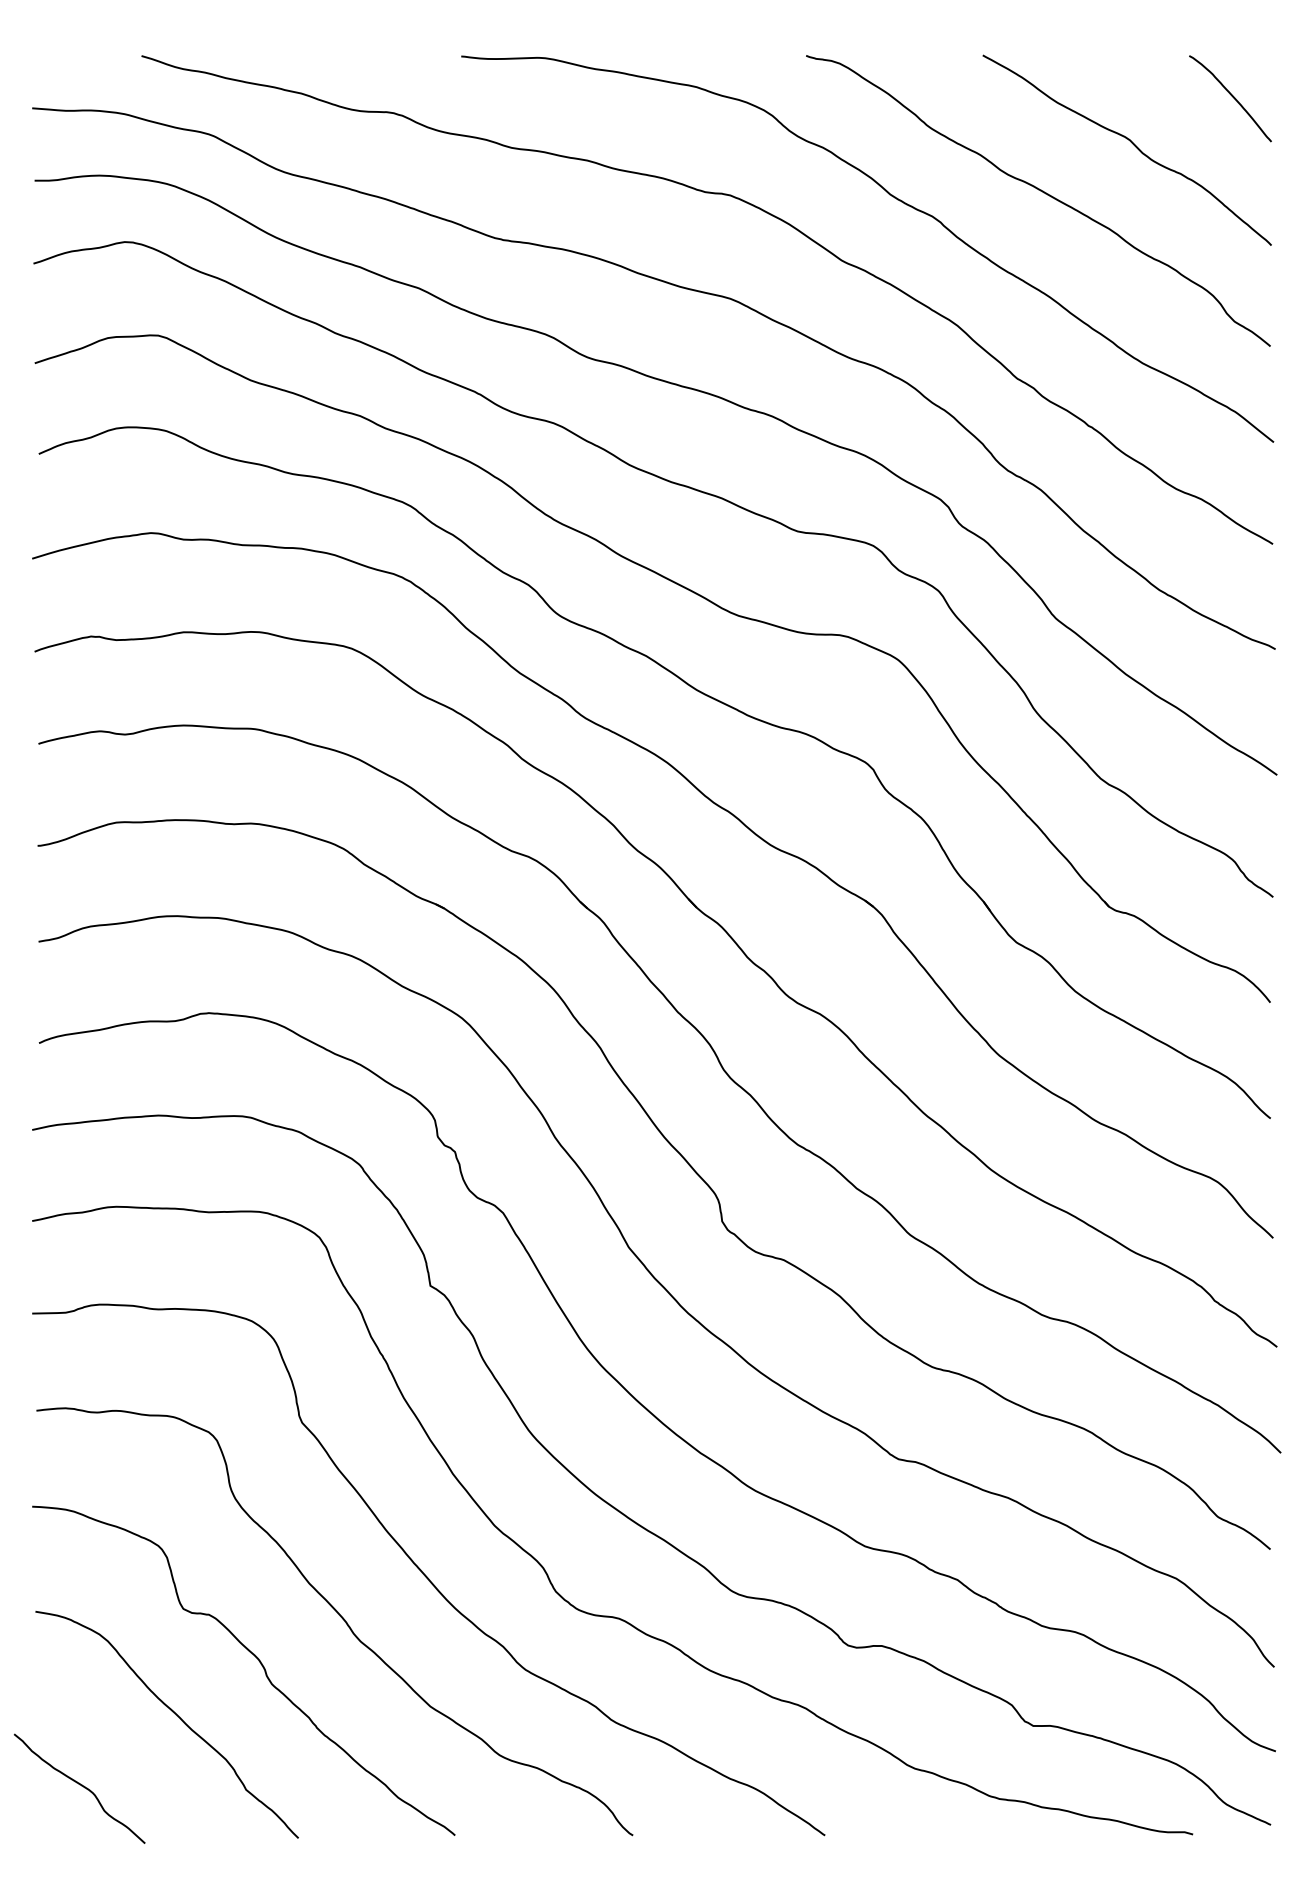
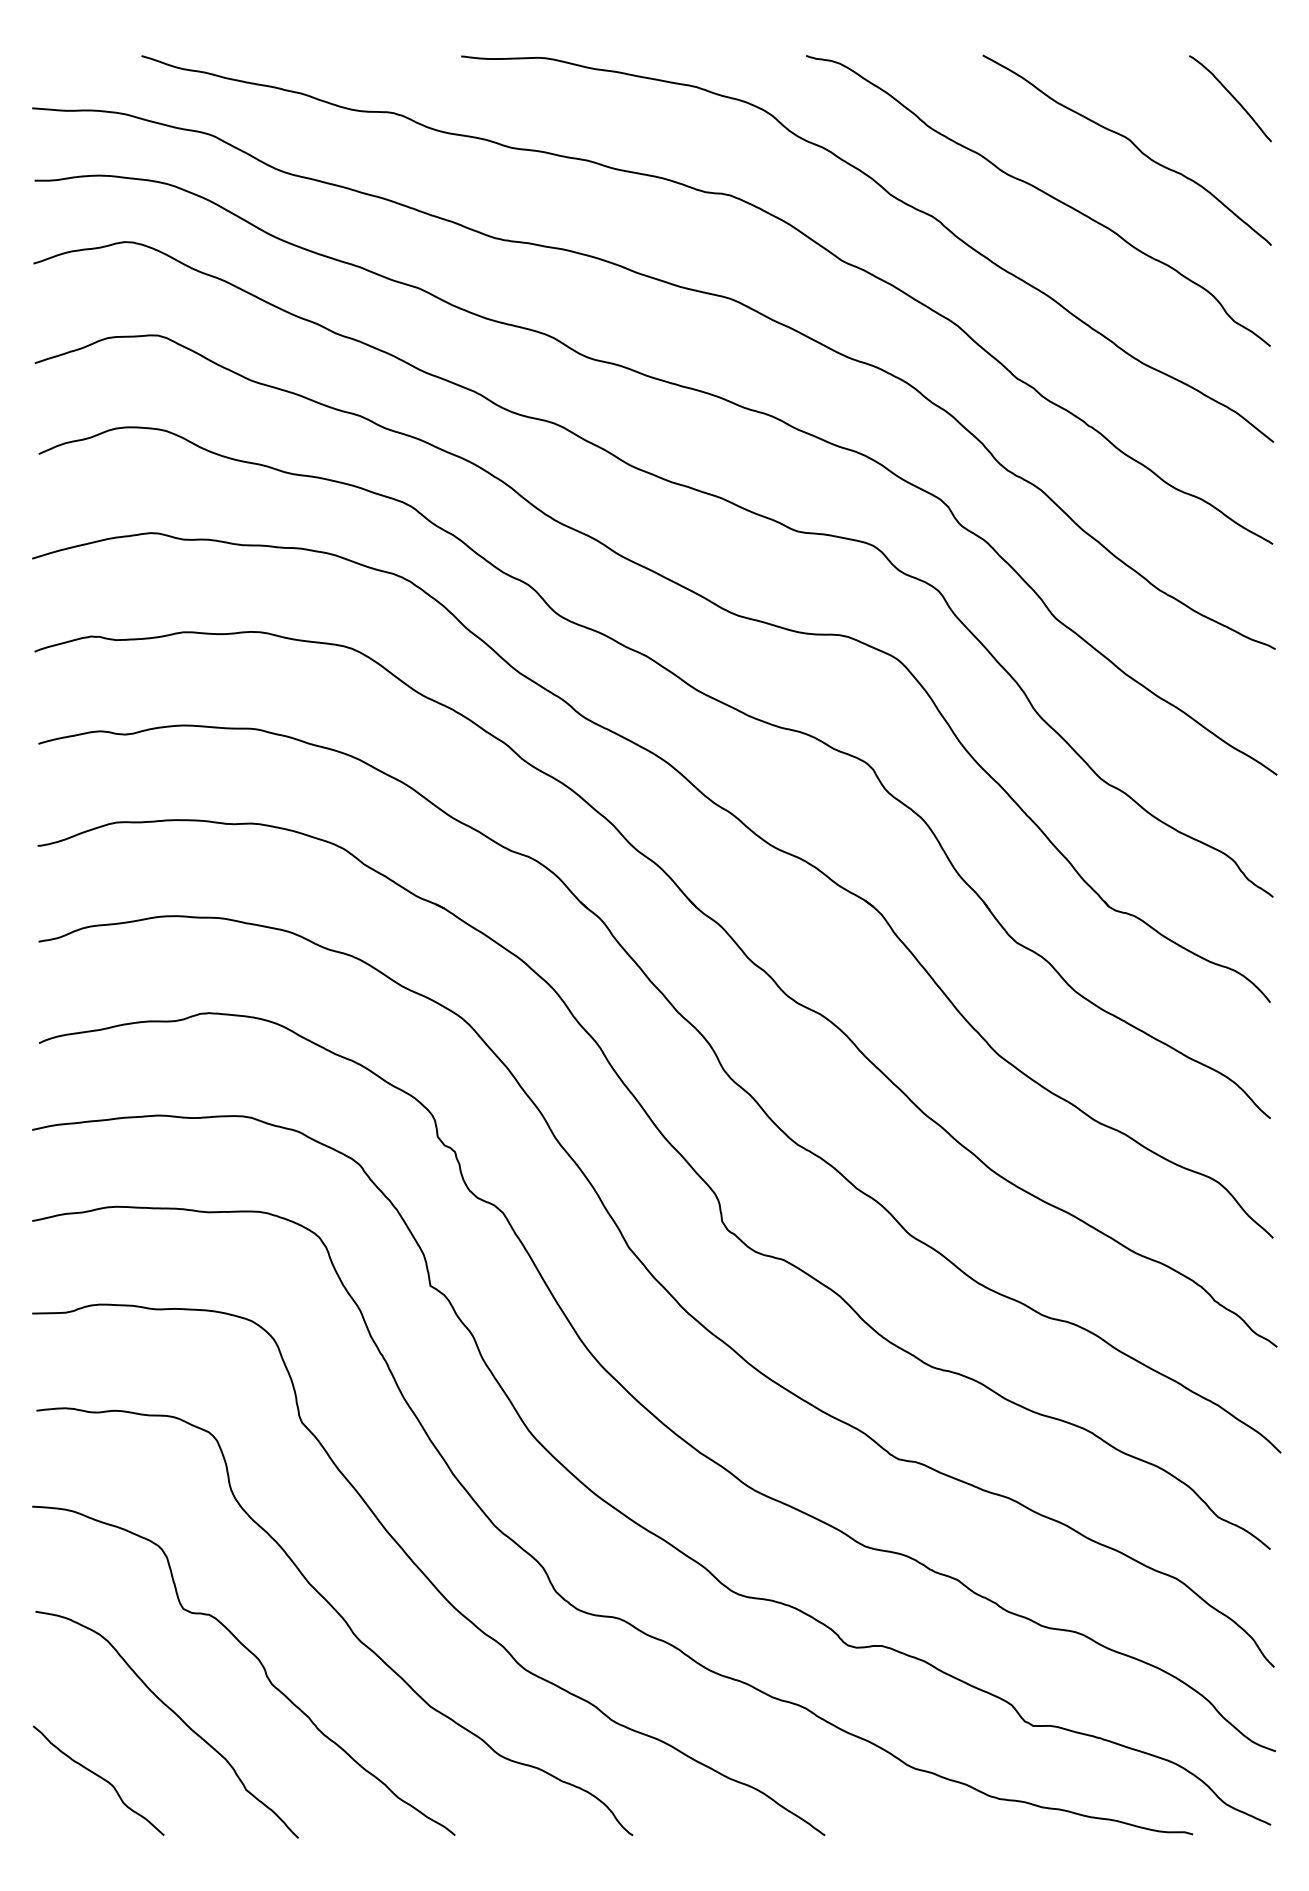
curve at (81, 1786) position: (81, 1786) -> (100, 1778)
